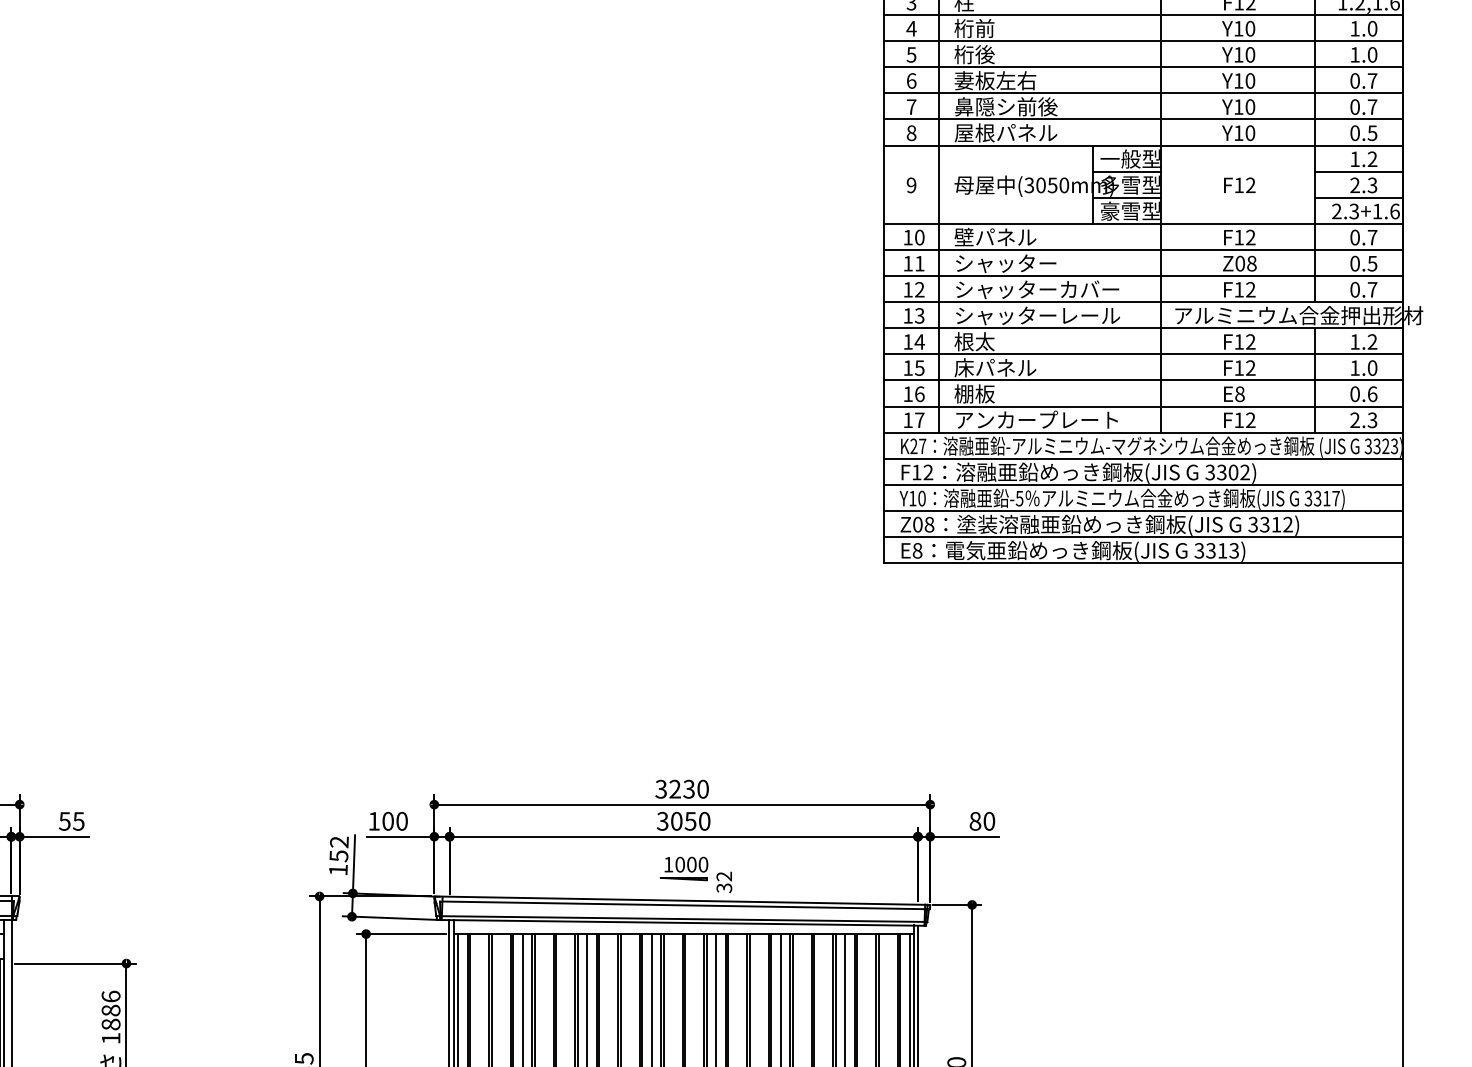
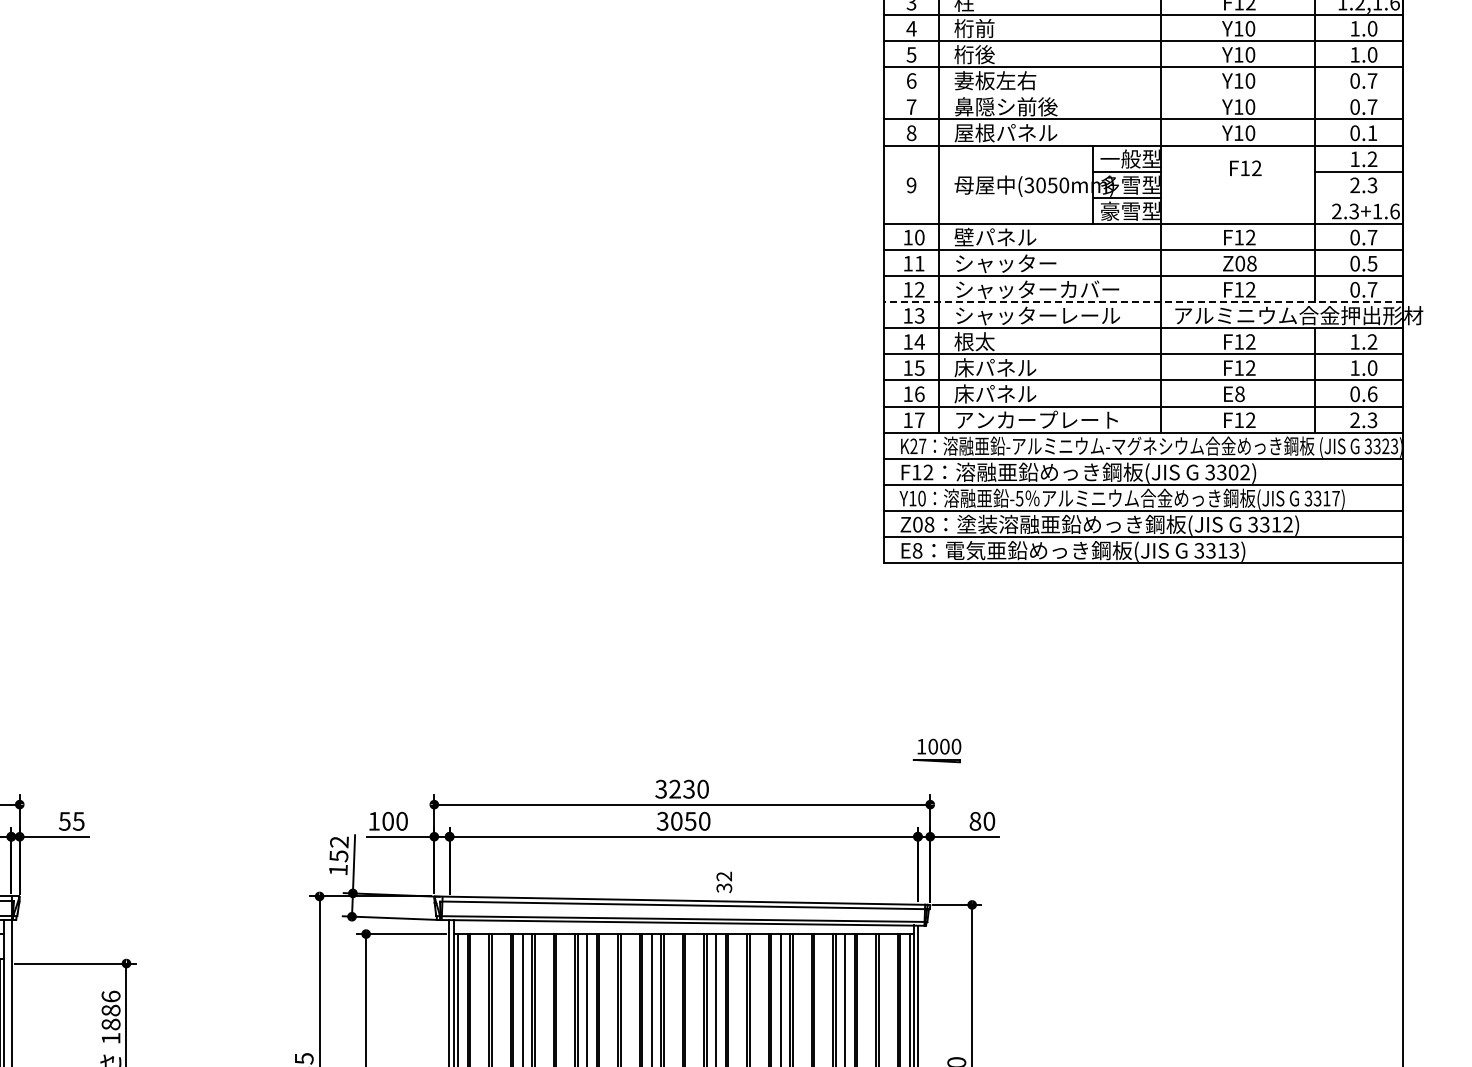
line at (1142, 93): present -> none
text at (1372, 133): 0.5 -> 0.1
text at (1239, 184) position: (1239, 184) -> (1245, 167)
line at (1358, 197): present -> none
line at (1142, 302): solid -> dashed
text at (995, 393): 棚板 -> 床パネル
part at (683, 868) position: (683, 868) -> (936, 750)
